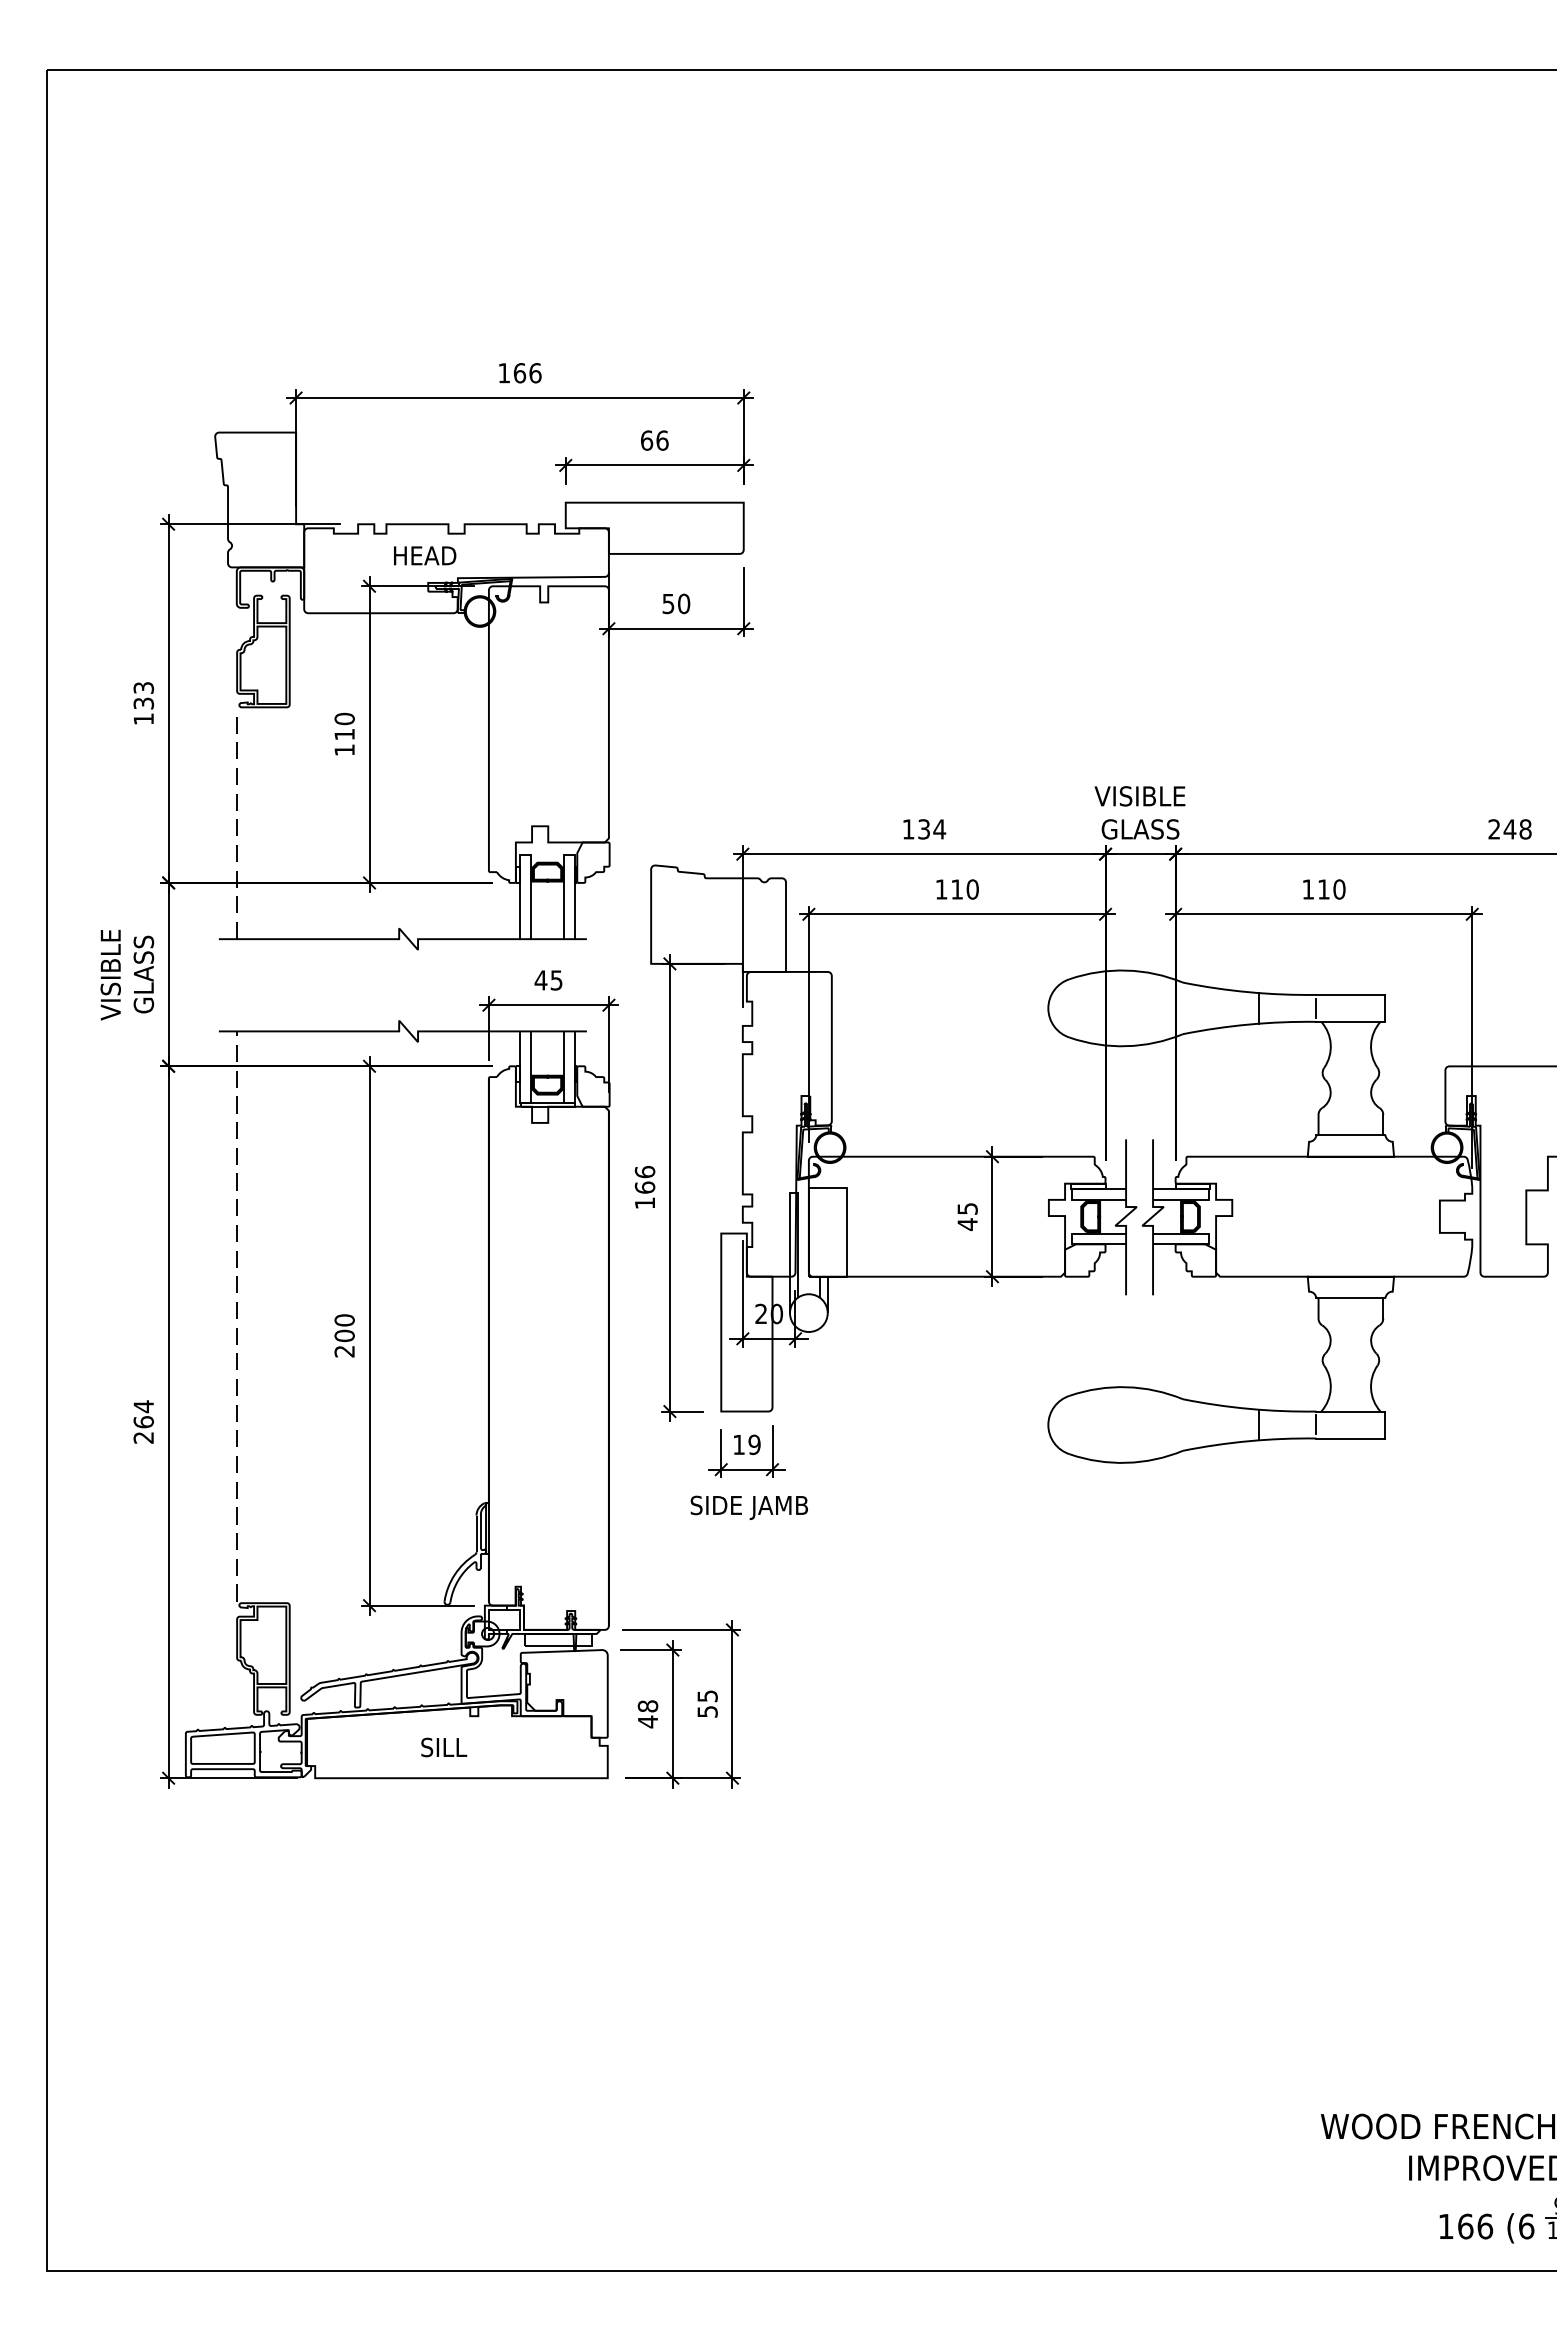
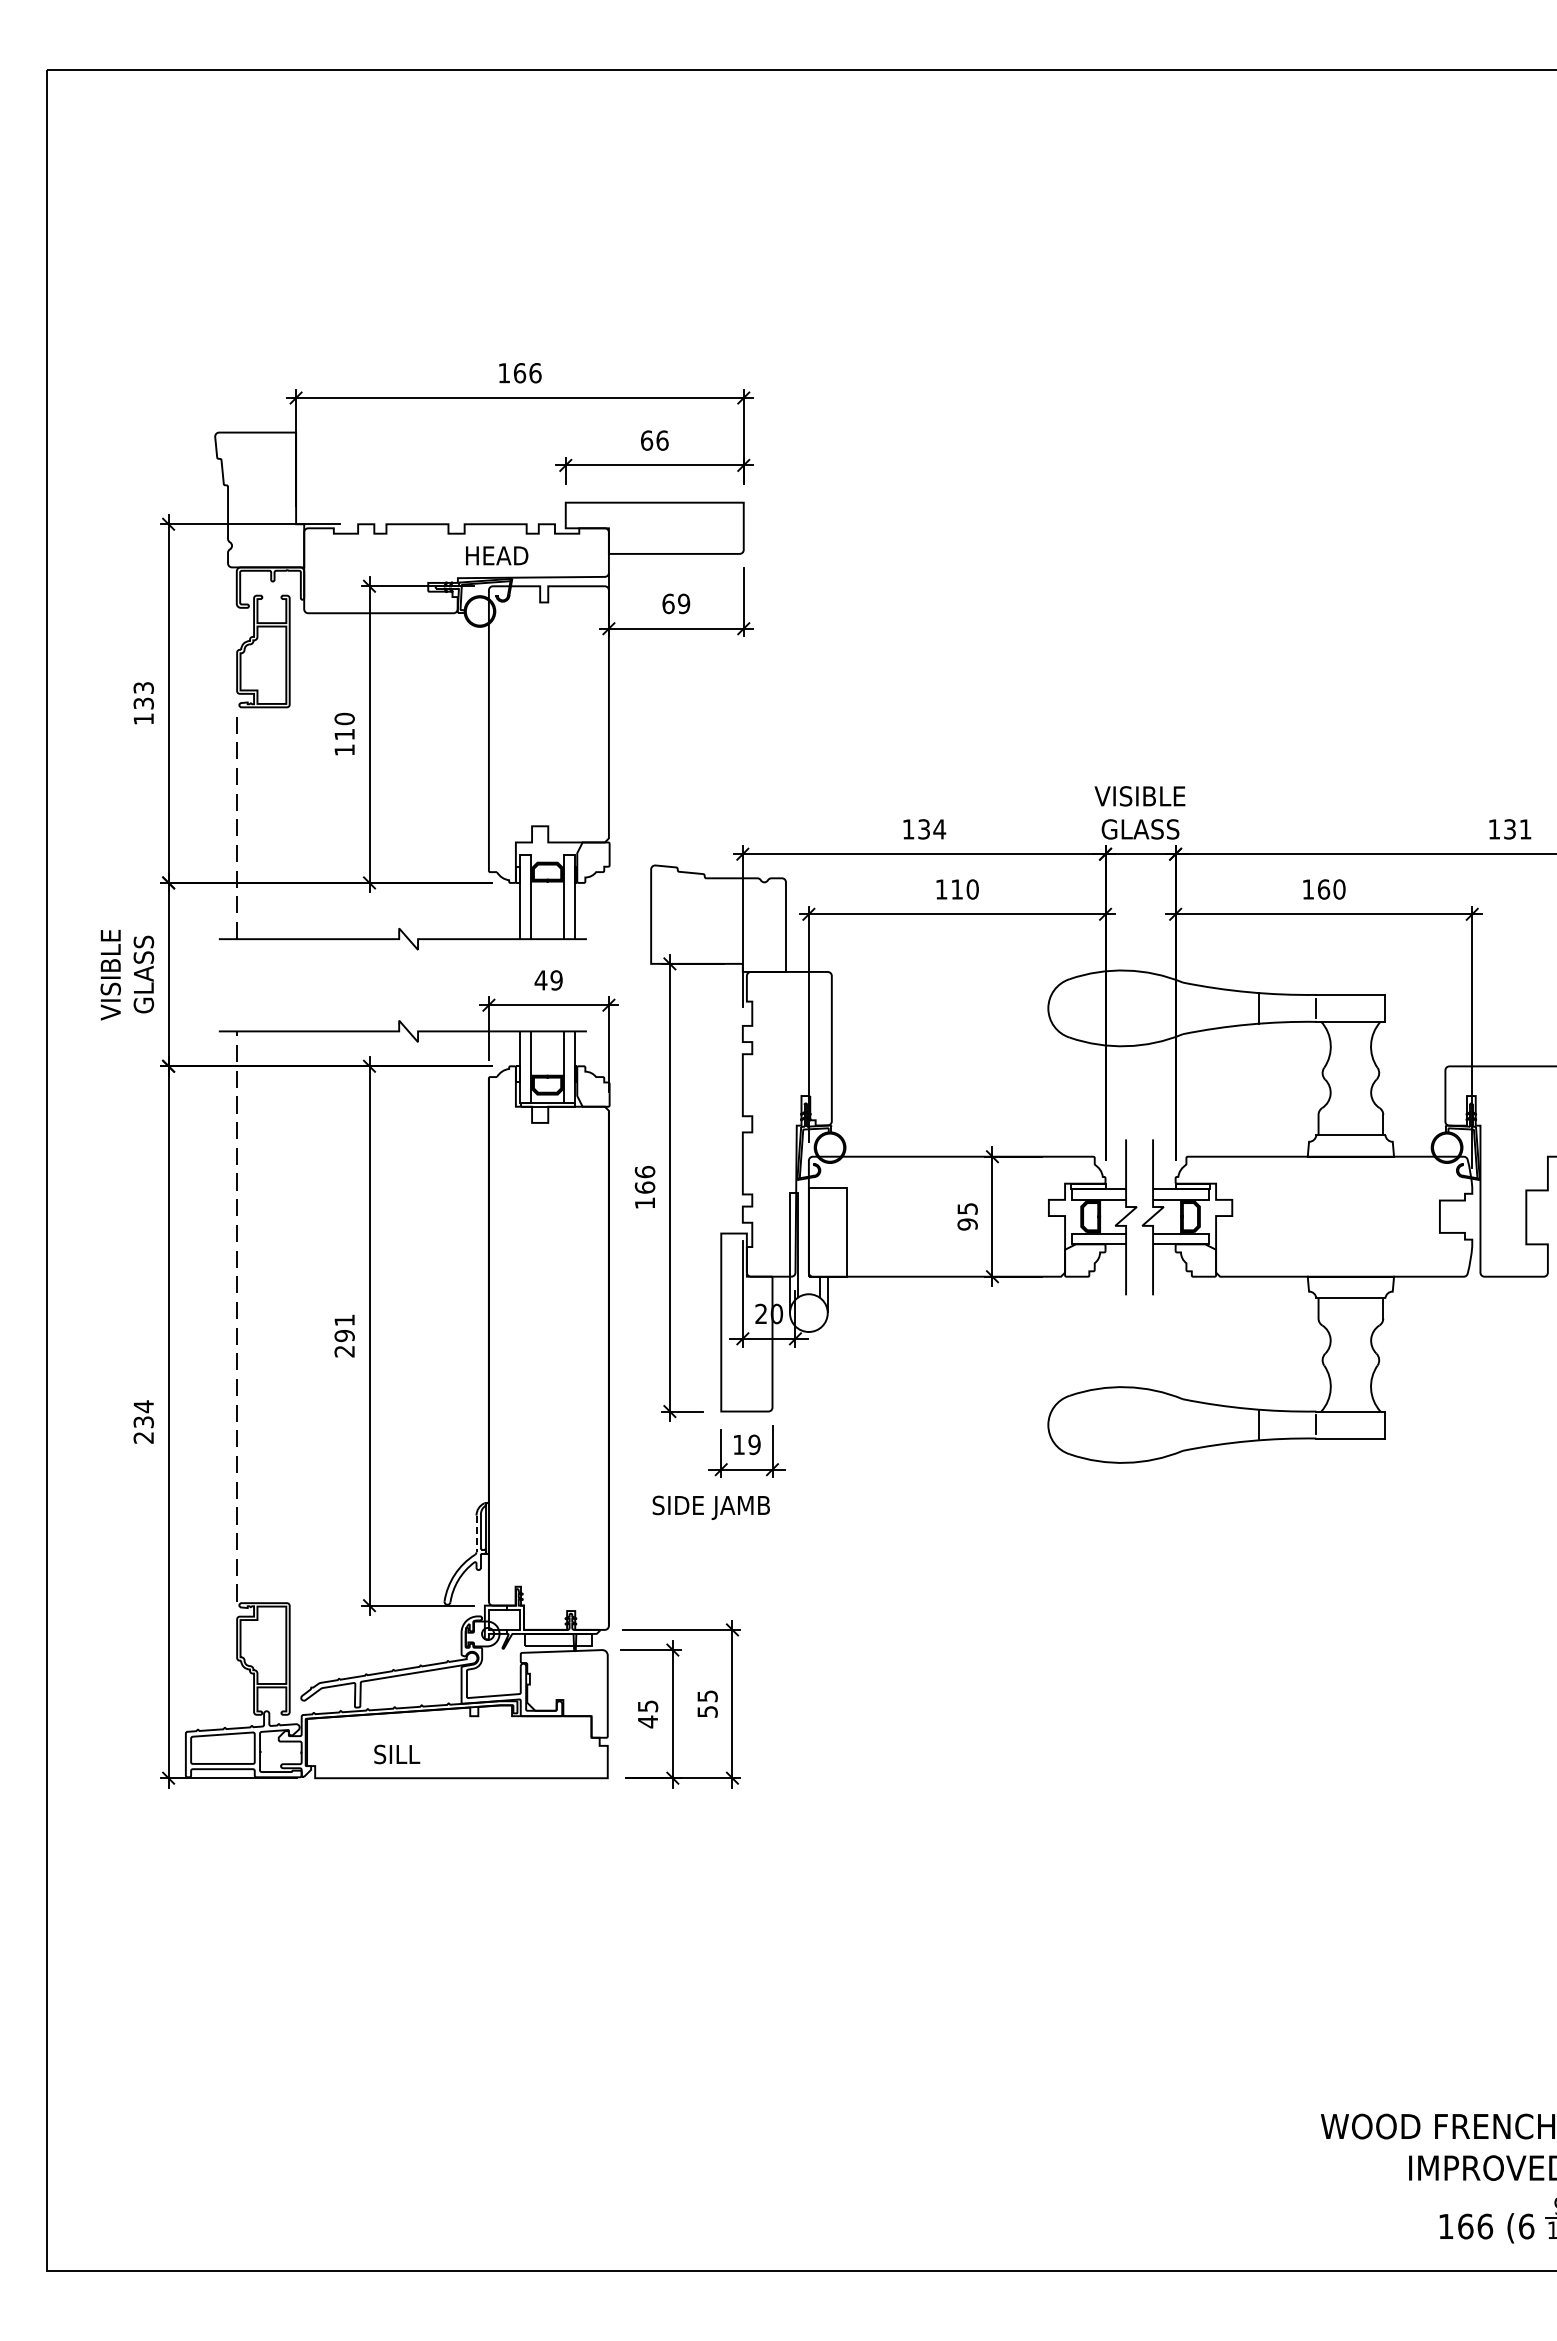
text at (425, 555) position: (425, 555) -> (497, 555)
text at (676, 603): 50 -> 69
text at (1509, 829): 248 -> 131
text at (1323, 889): 110 -> 160
text at (556, 980): 45 -> 49
text at (967, 1224): 45 -> 95
text at (344, 1328): 200 -> 291
text at (143, 1422): 264 -> 234
text at (748, 1507) position: (748, 1507) -> (710, 1507)
line at (476, 1534): solid -> dashed
text at (647, 1706): 48 -> 45
text at (444, 1747) position: (444, 1747) -> (397, 1754)
